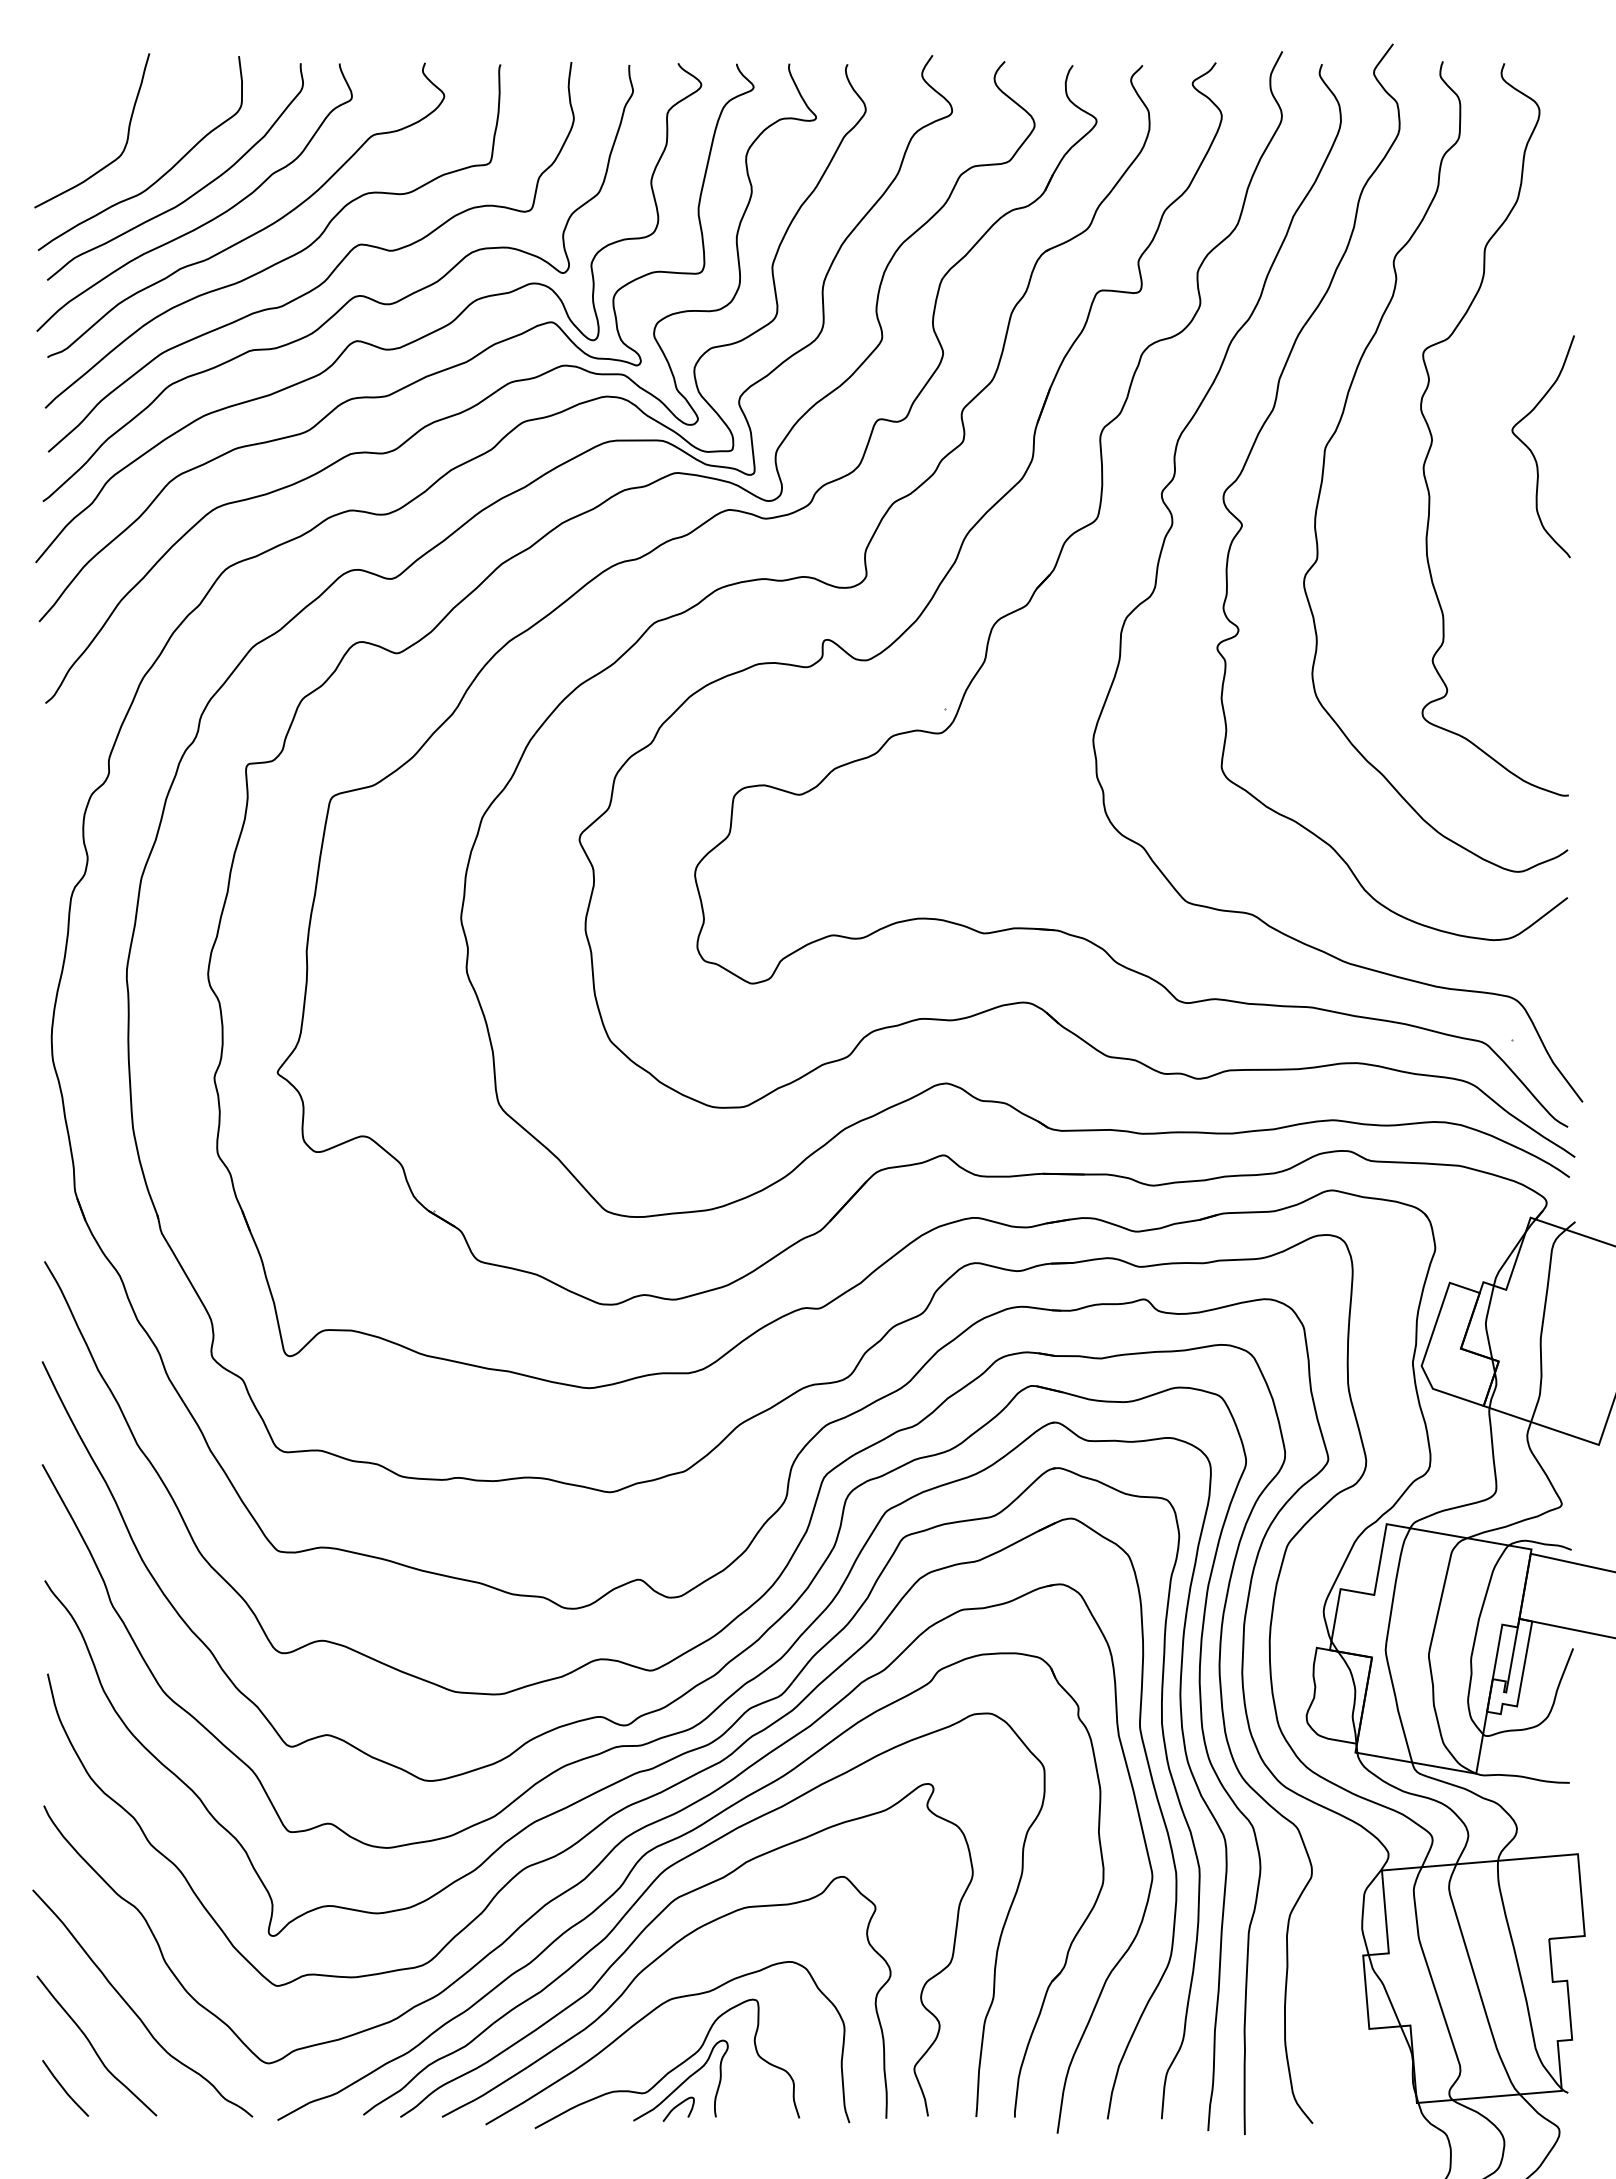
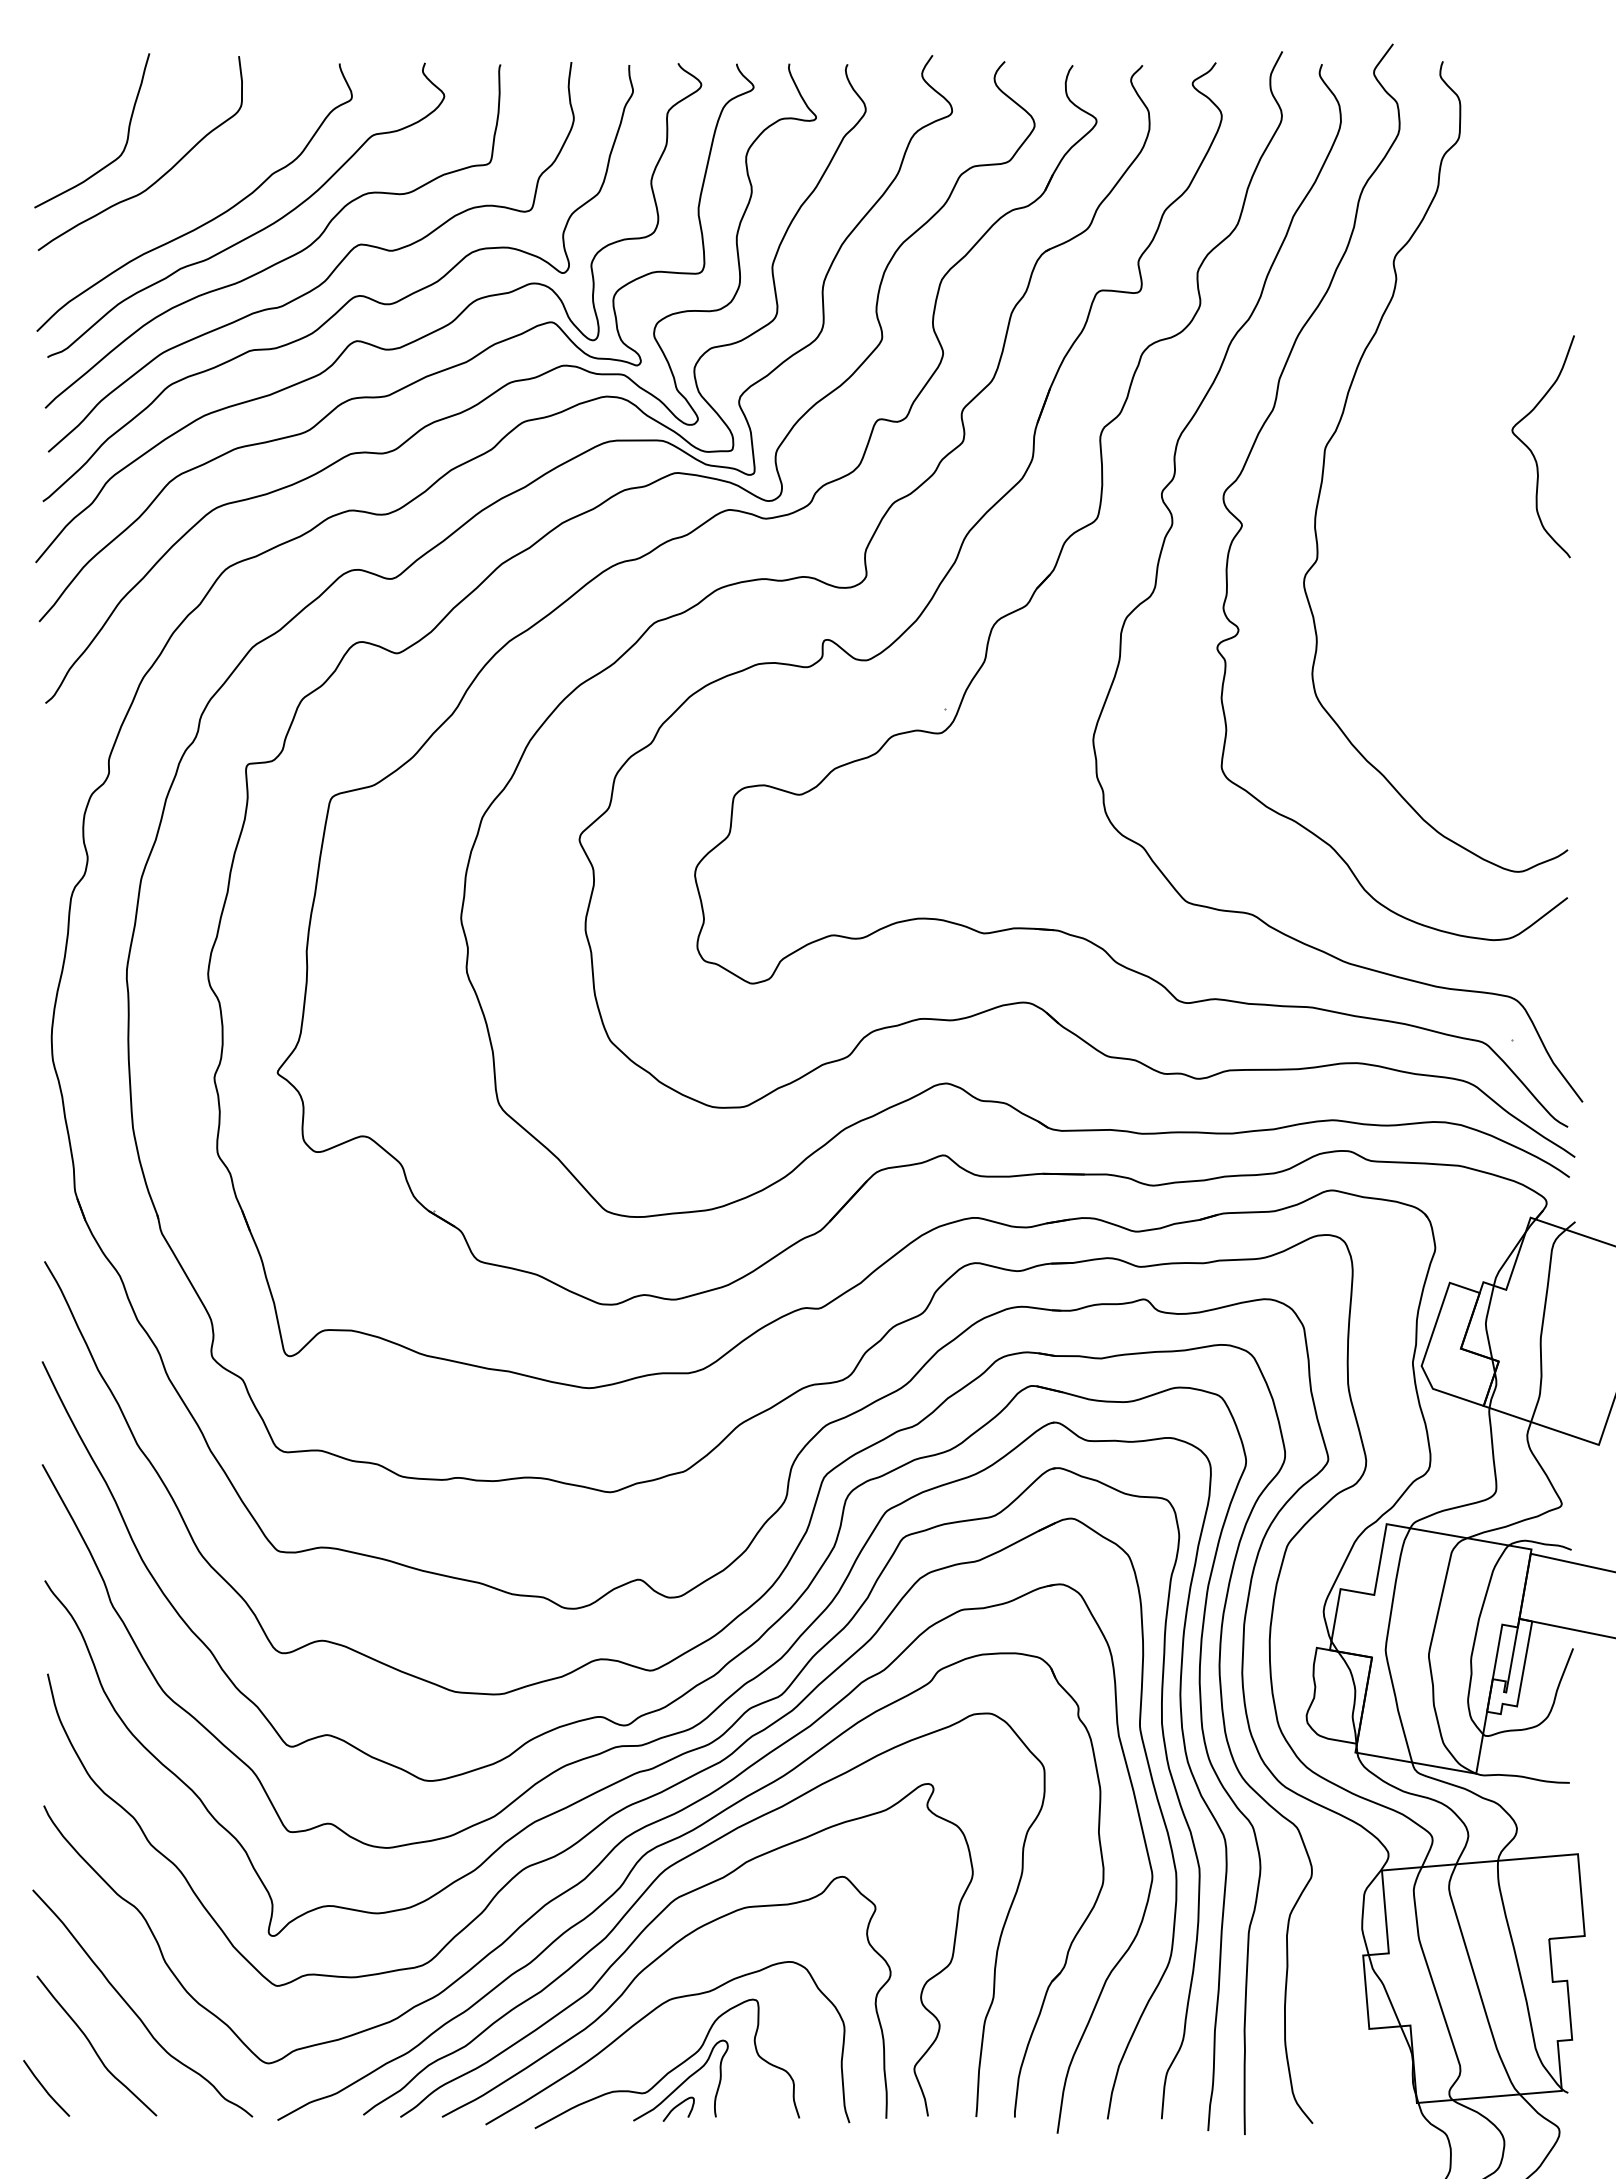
curve at (193, 193): present -> none
curve at (1432, 435): present -> none
line at (64, 2088) position: (64, 2088) -> (45, 2088)
